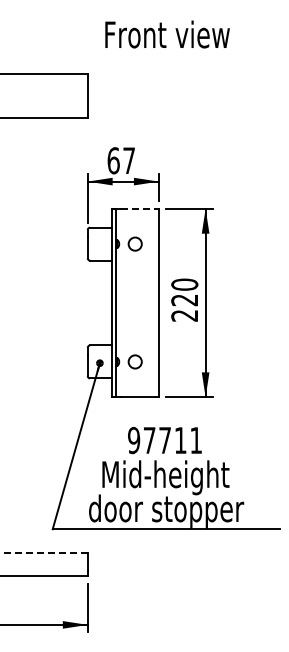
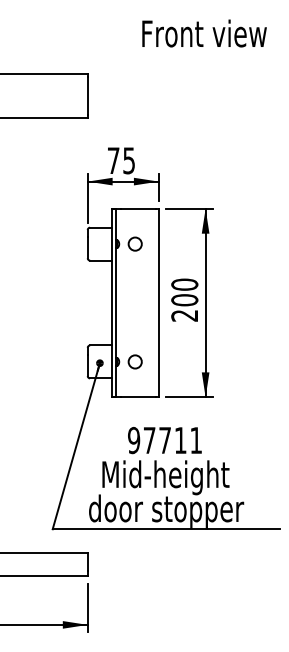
text at (167, 34) position: (167, 34) -> (204, 33)
text at (120, 160): 67 -> 75
line at (138, 208): dashed -> solid
text at (184, 300): 220 -> 200
line at (44, 552): dashed -> solid
